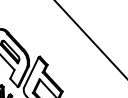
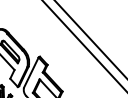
line at (84, 45): none -> present
